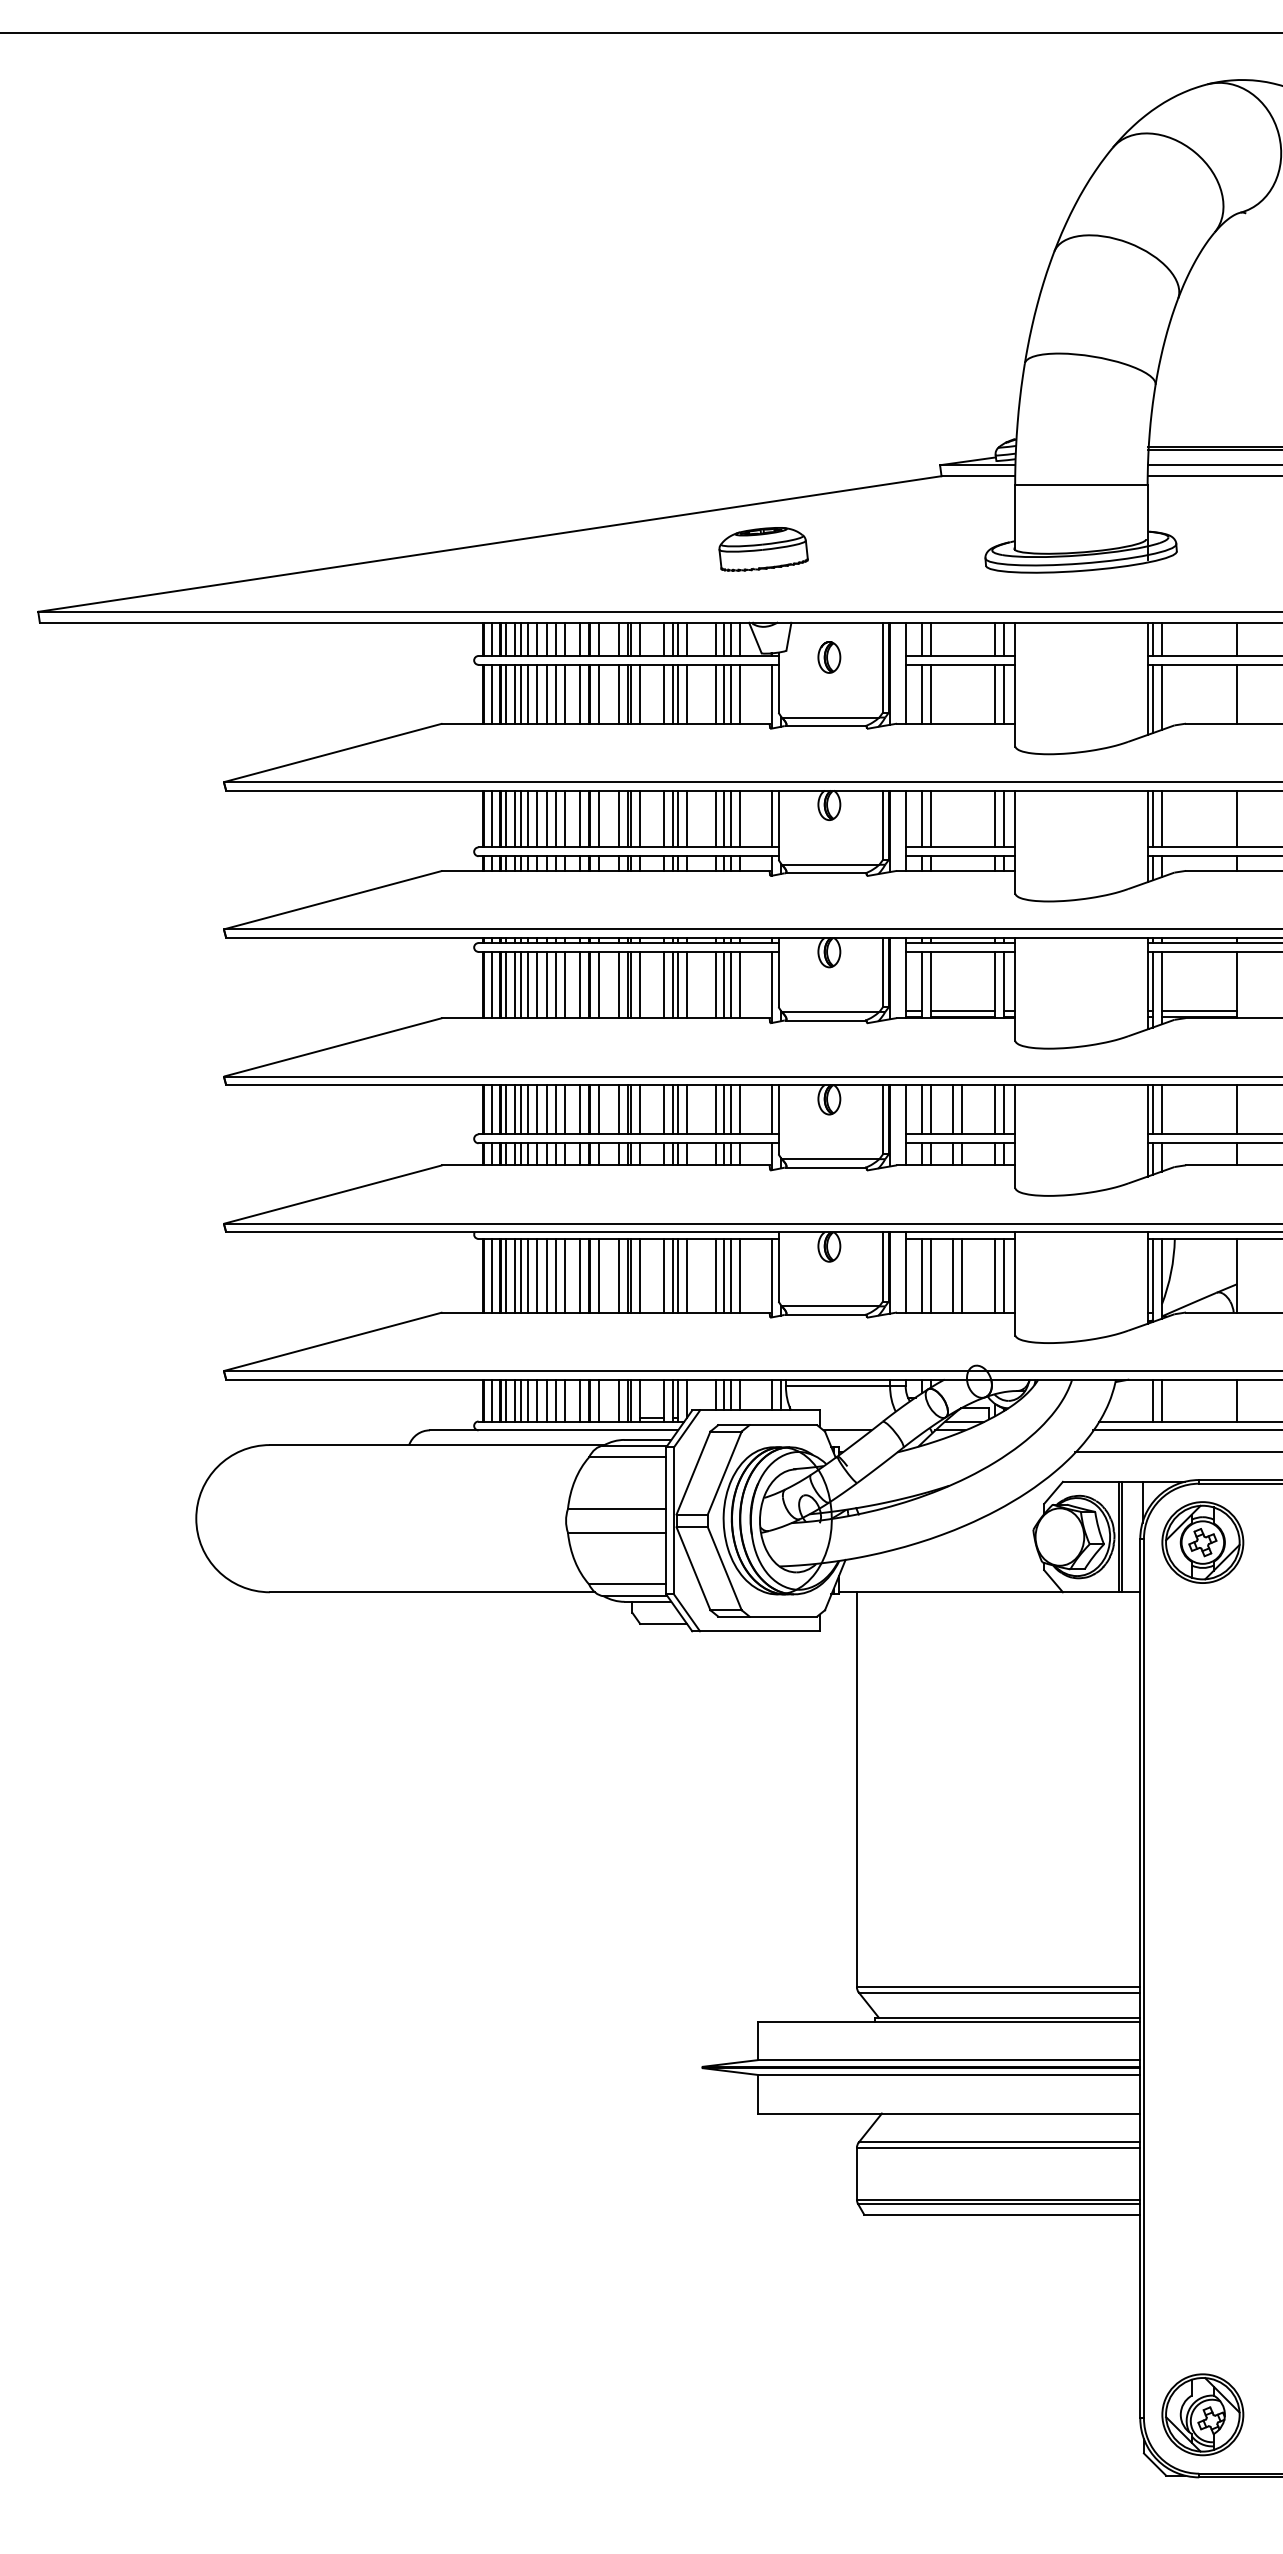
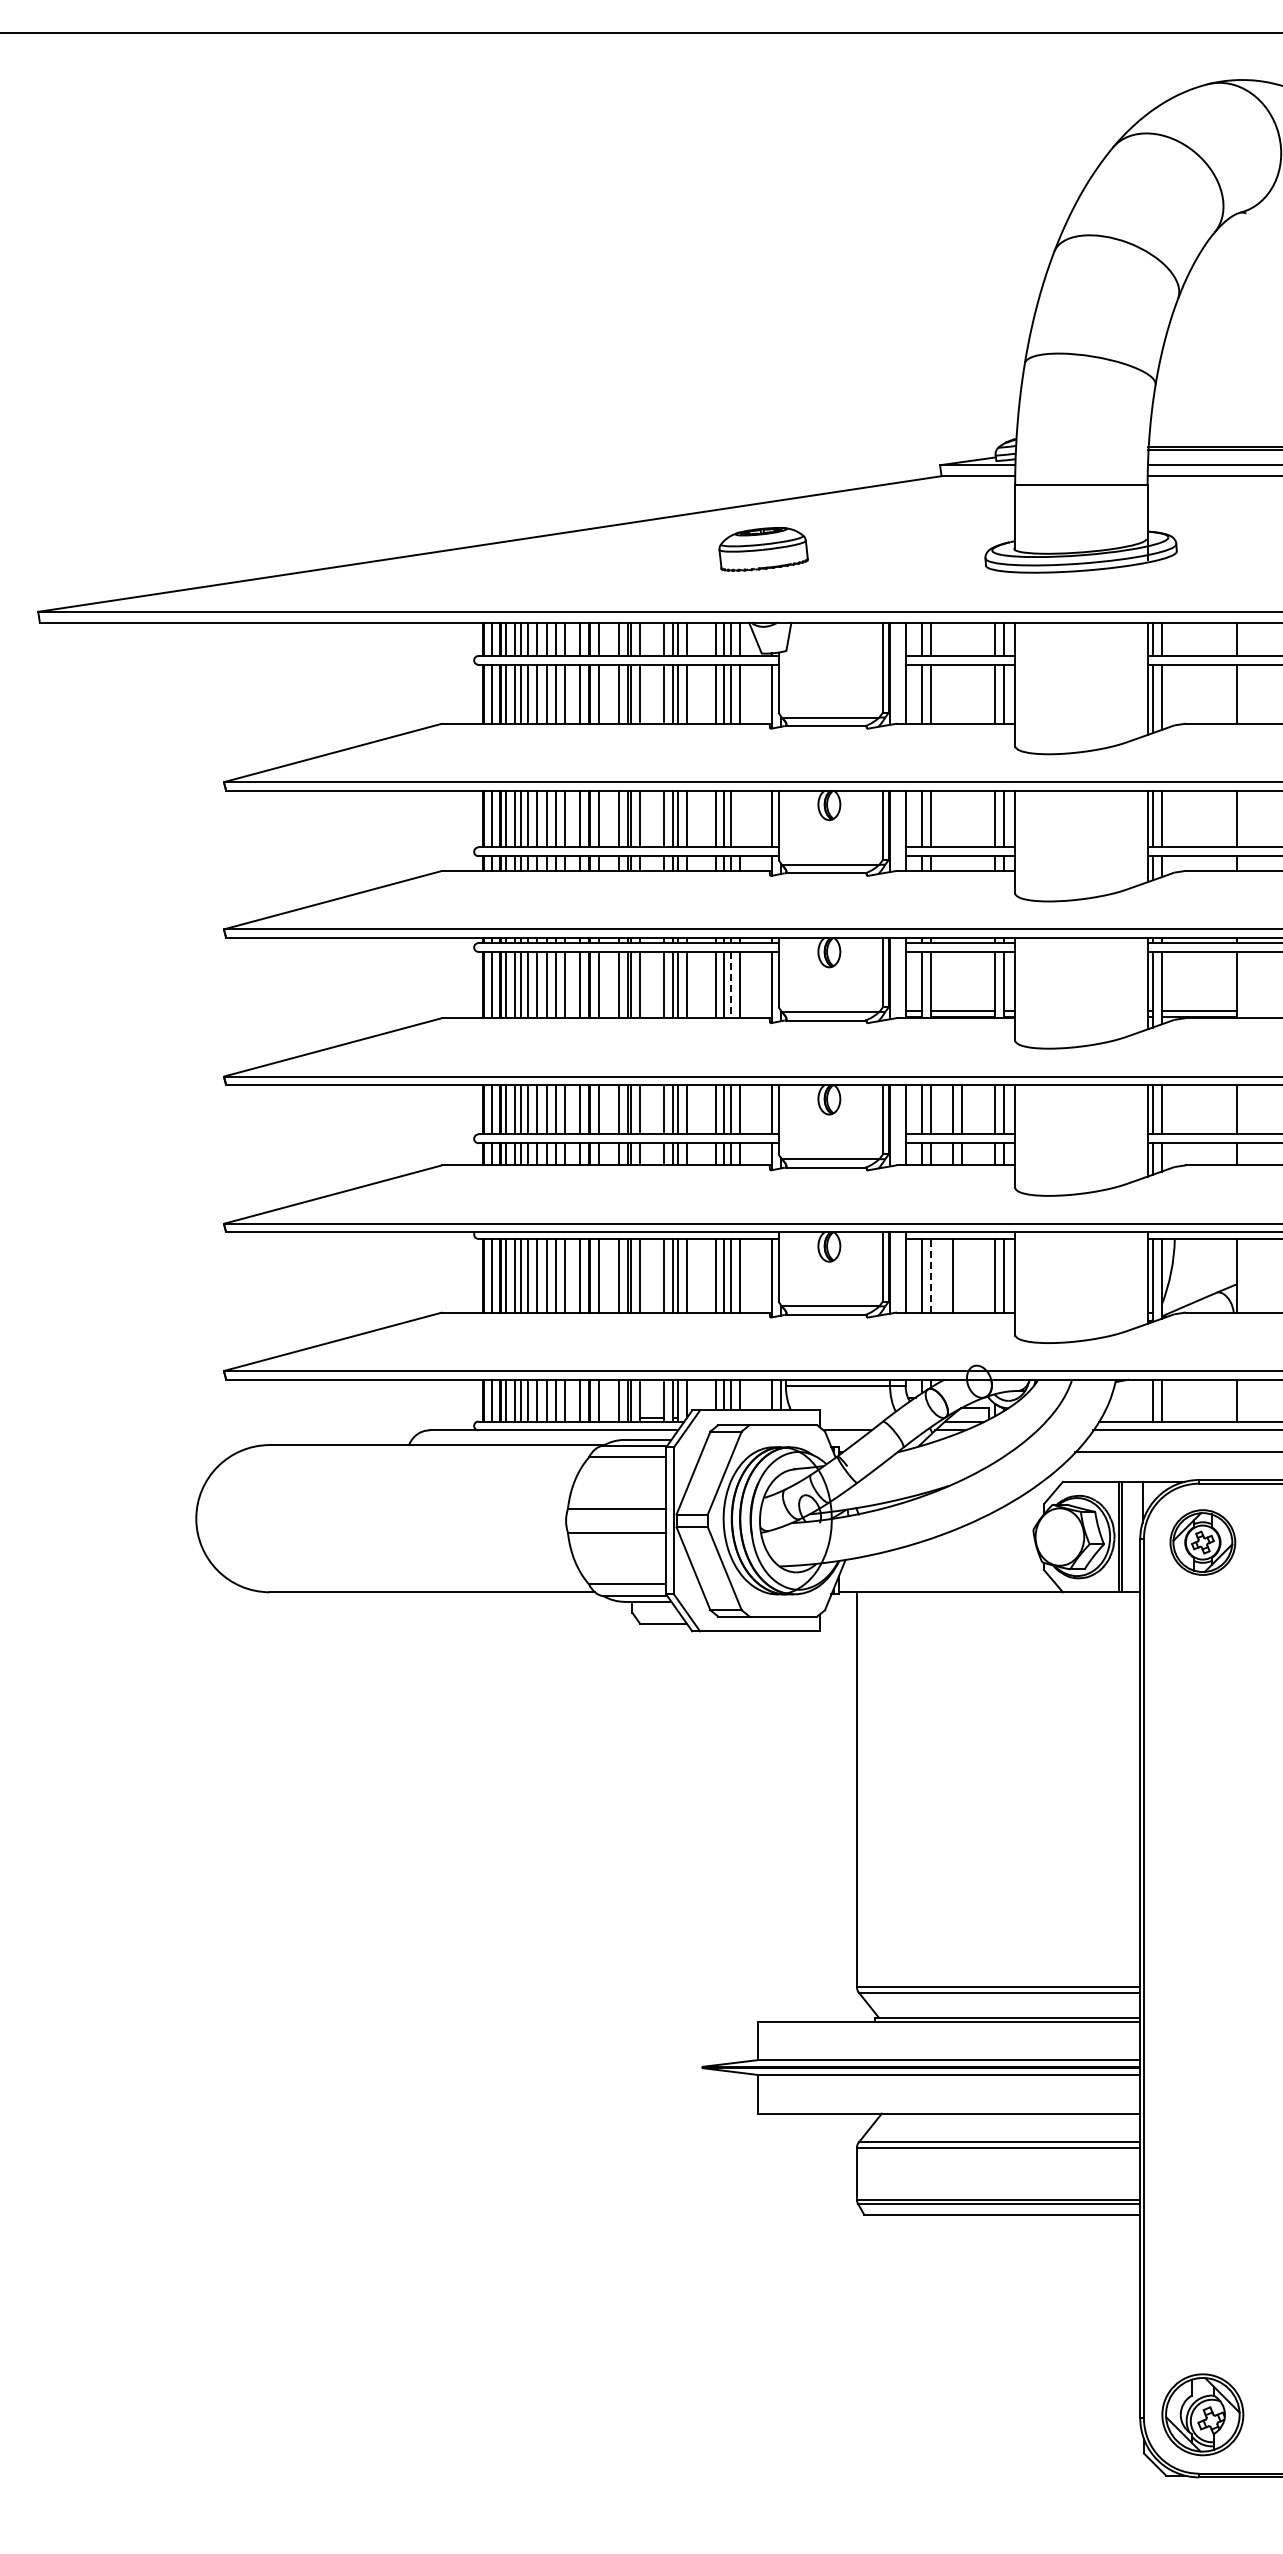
part at (829, 657): present -> none
line at (740, 818): present -> none
line at (731, 985): solid -> dashed
line at (930, 1275): solid -> dashed
line at (961, 1275): present -> none
part at (1202, 1542) size: 84x83 px -> 68x67 px
